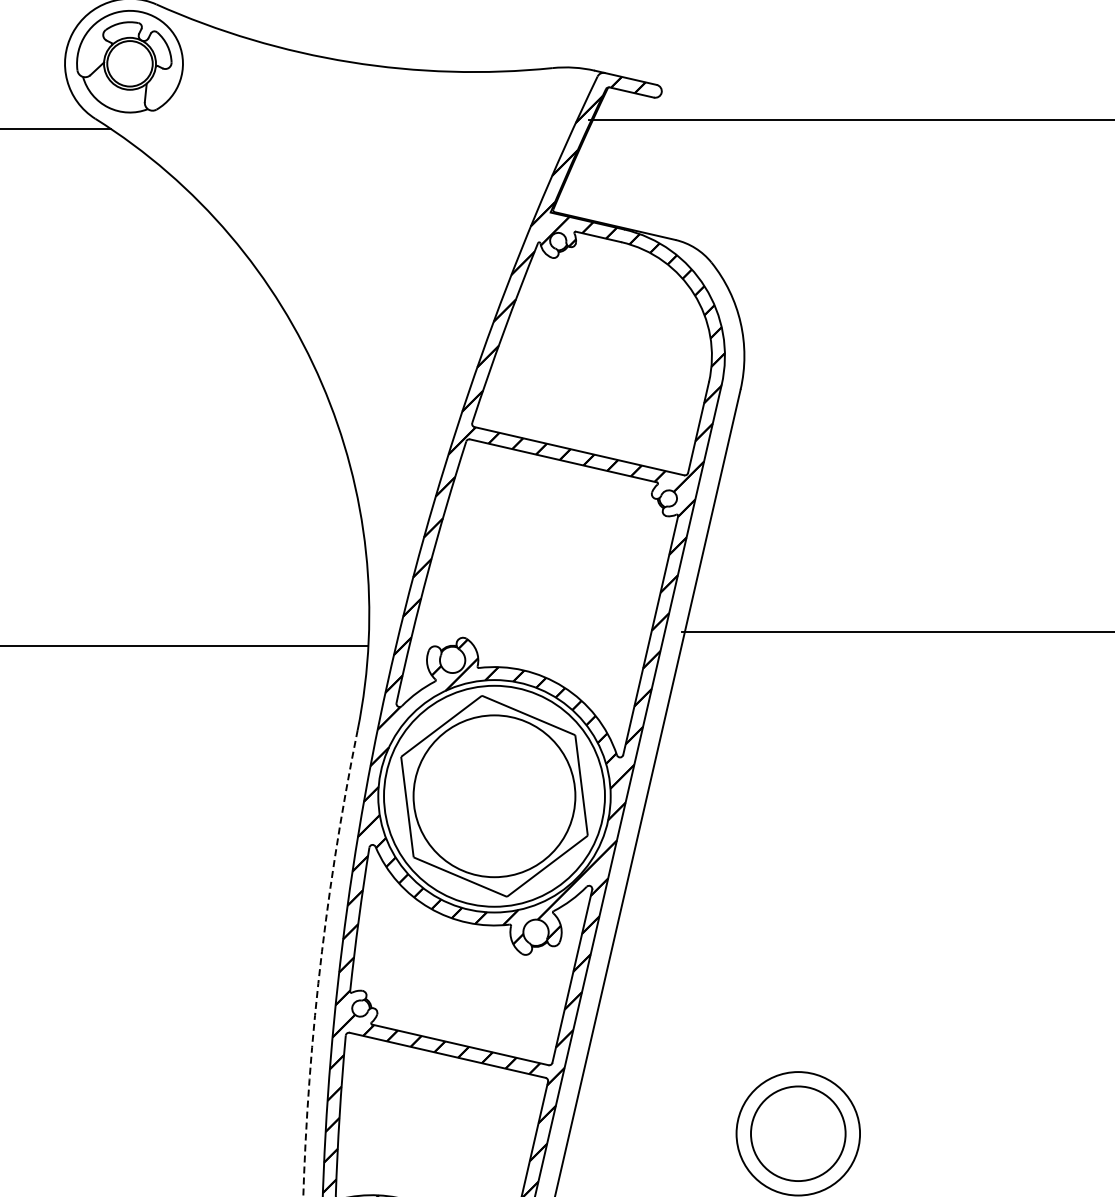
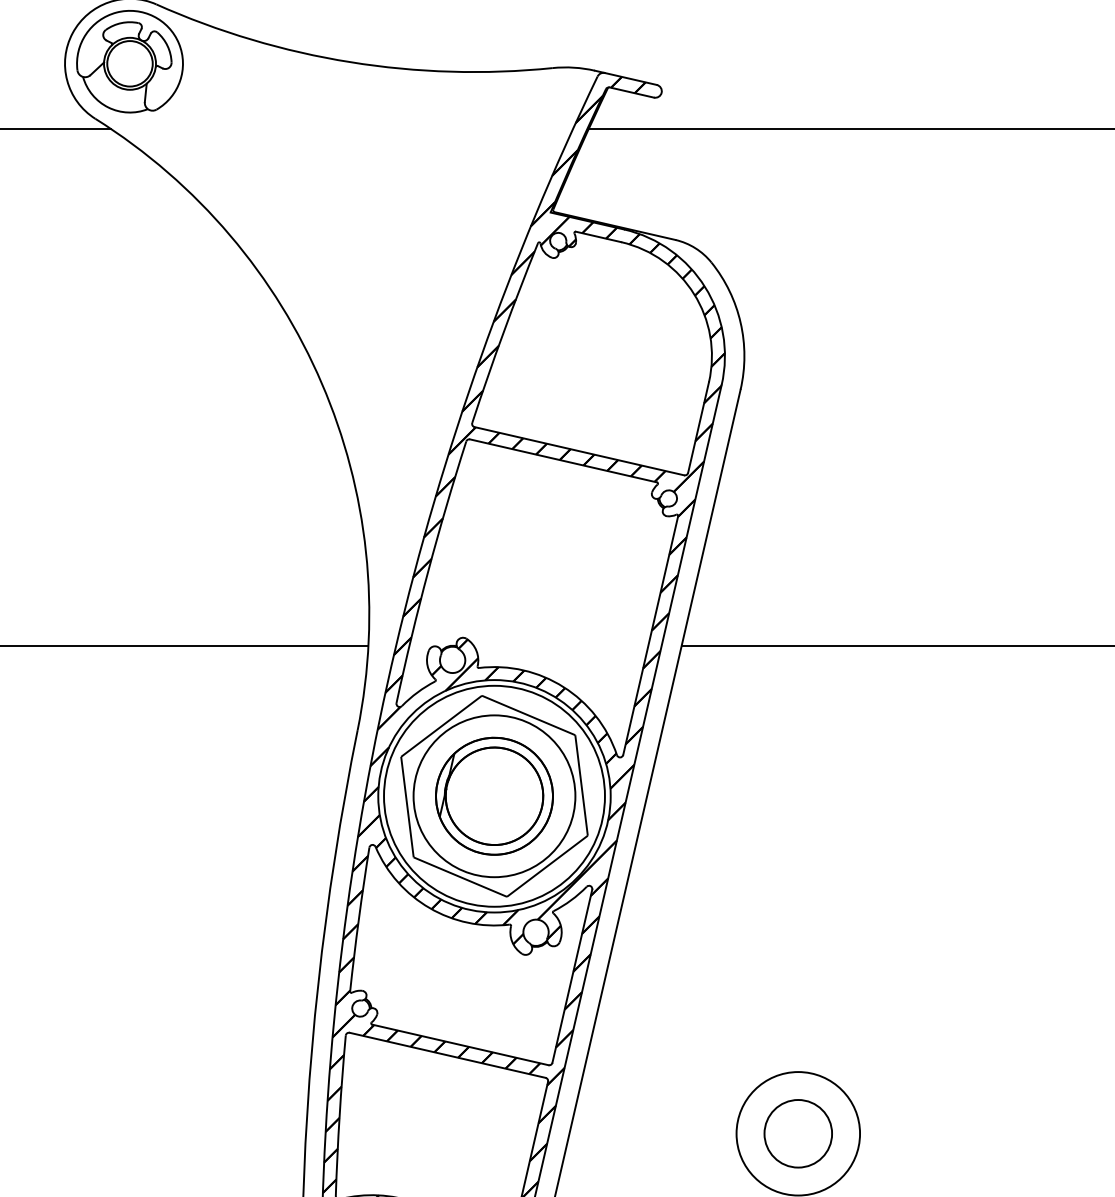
line at (849, 119) position: (849, 119) -> (849, 128)
line at (896, 632) position: (896, 632) -> (896, 646)
part at (494, 795): none -> present
arc at (320, 963): dashed -> solid
circle at (798, 1133) diameter: 95 px -> 68 px
